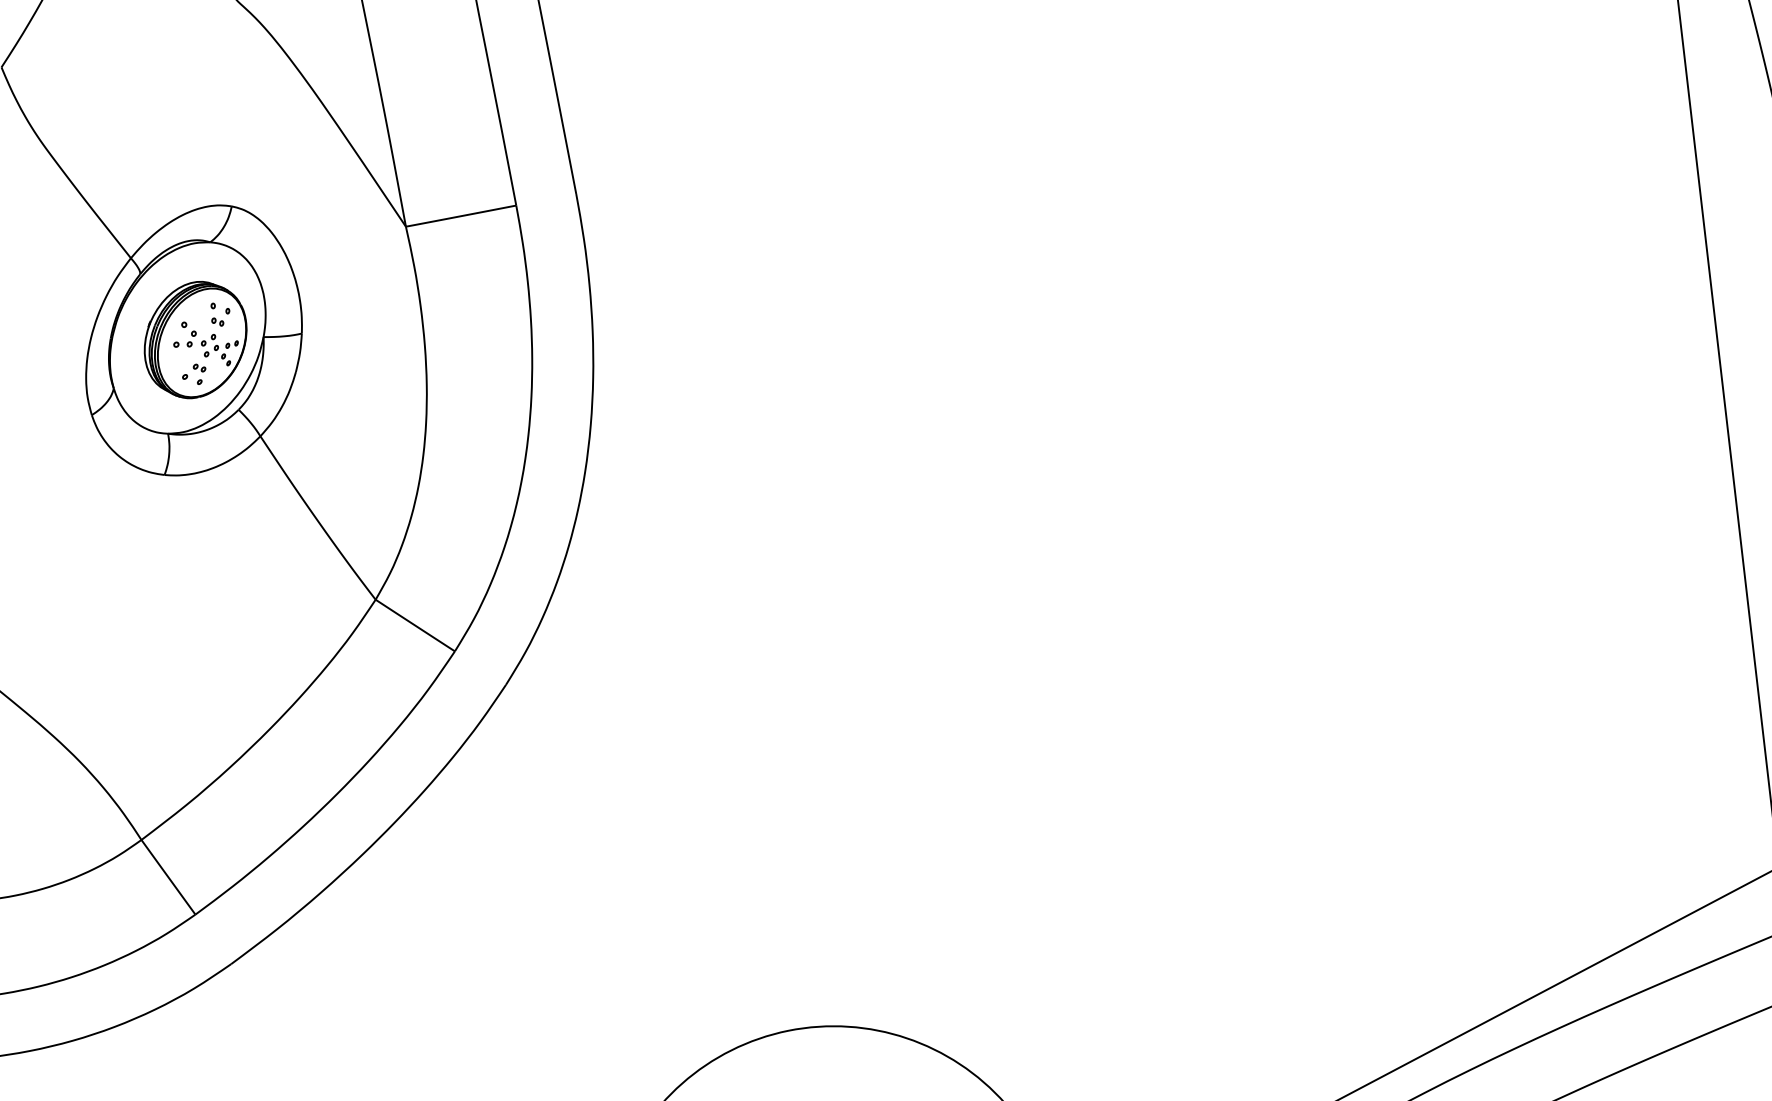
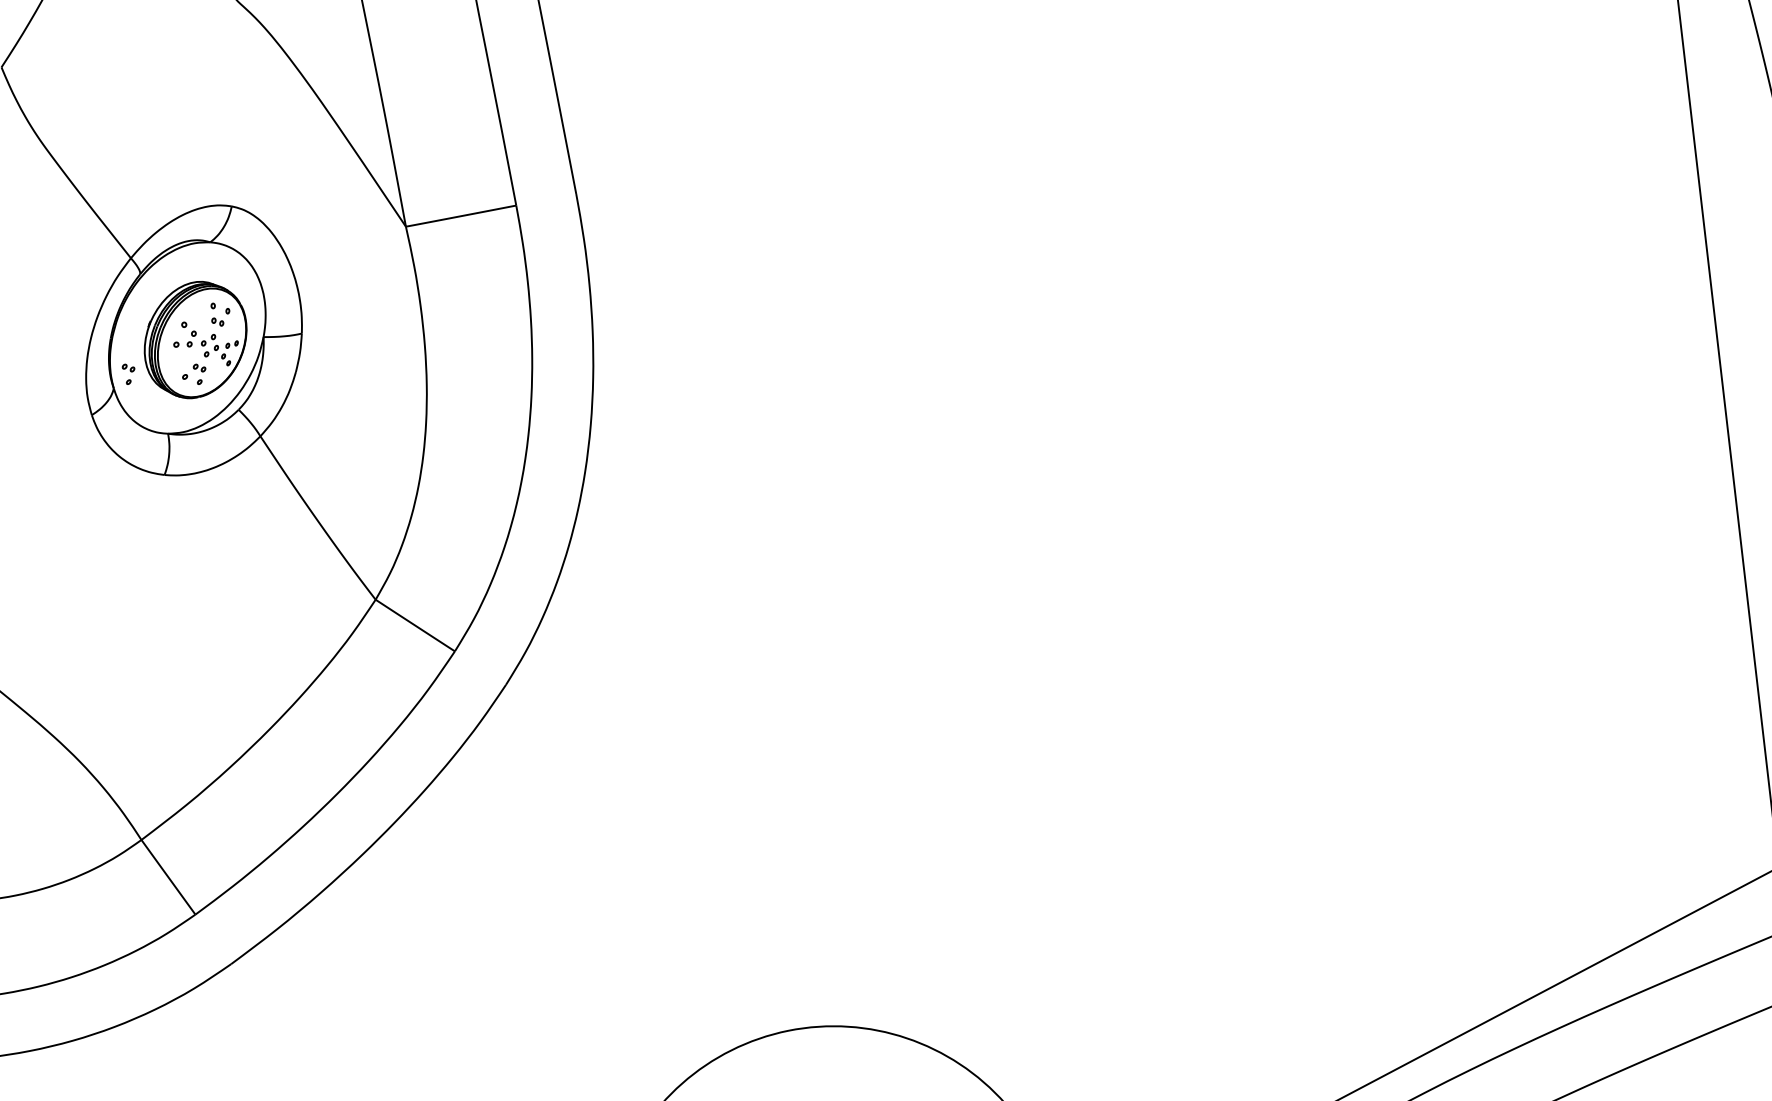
part at (128, 373): none -> present
